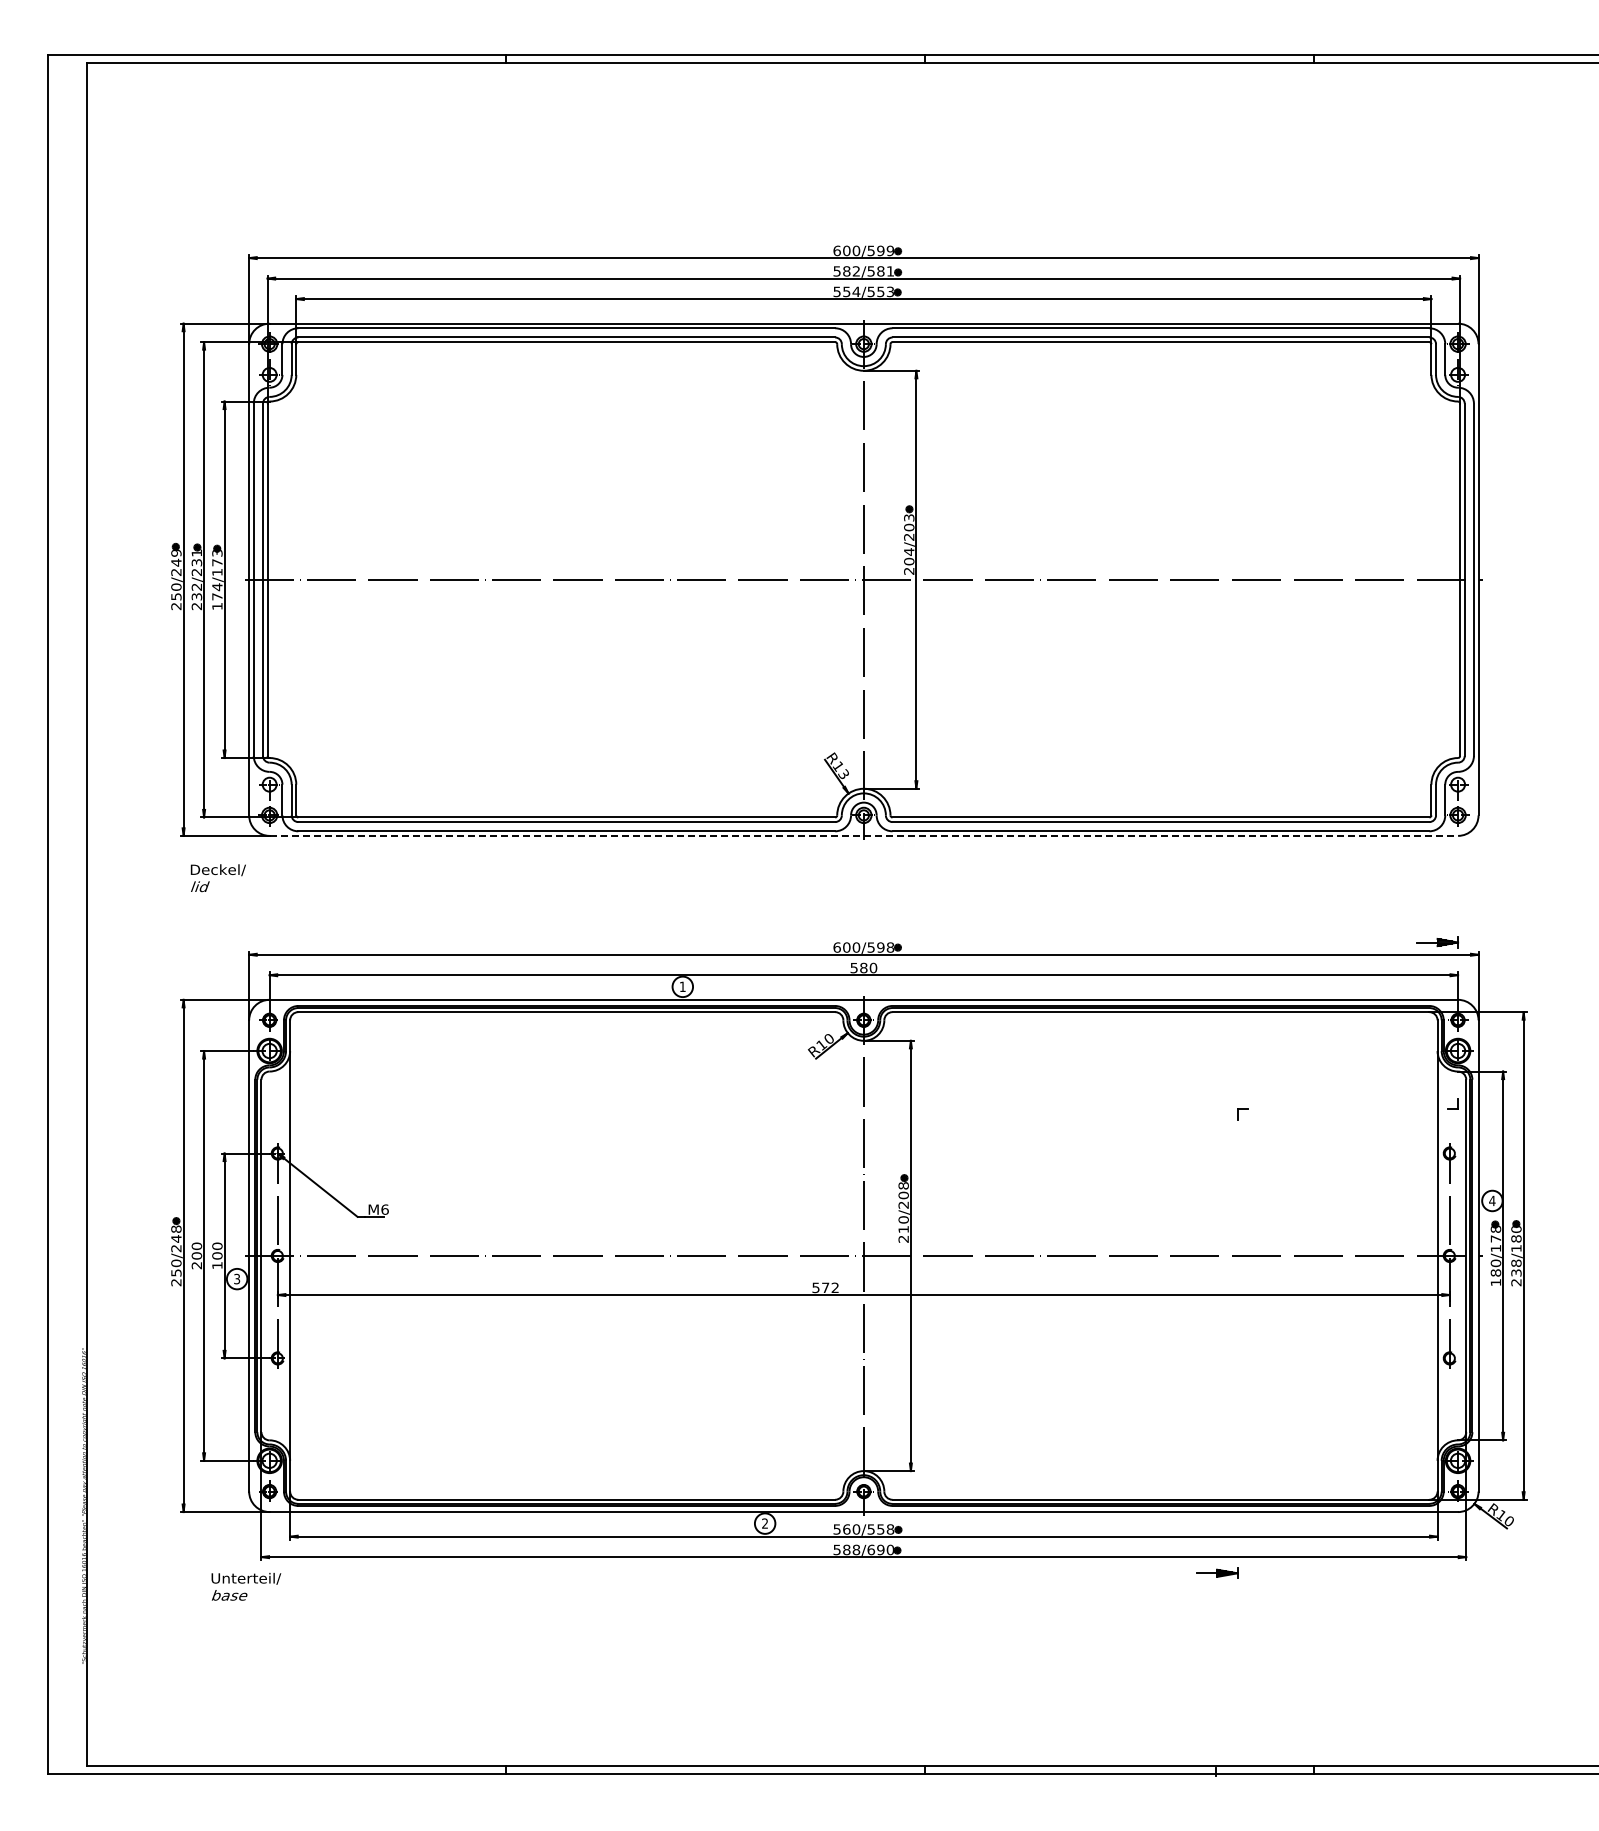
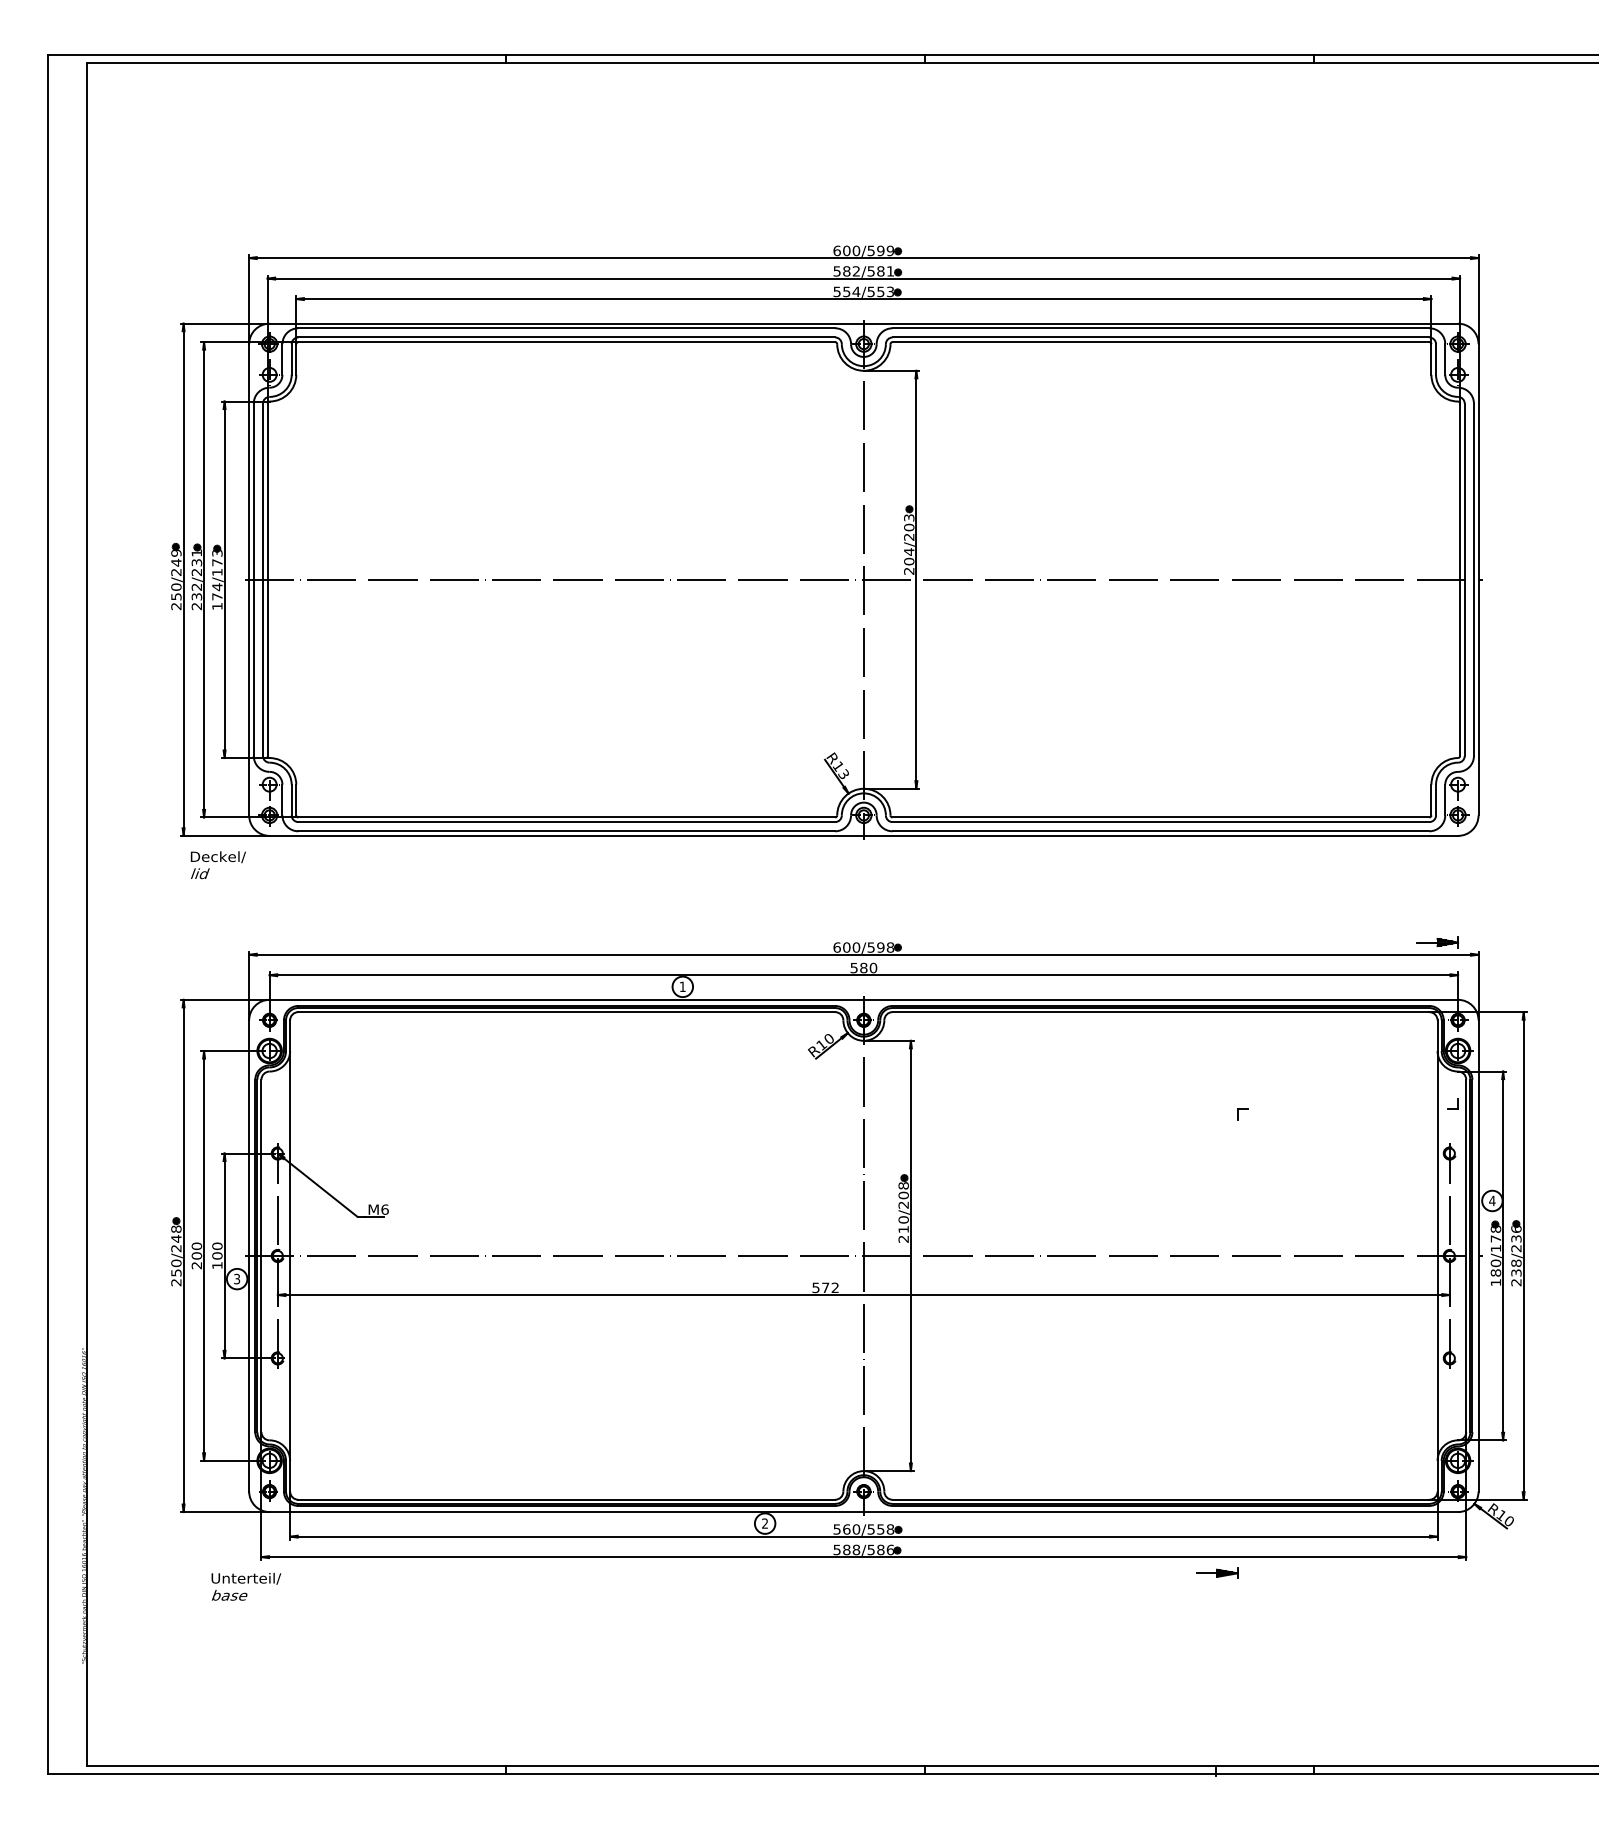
line at (864, 835): dashed -> solid
text at (217, 878) position: (217, 878) -> (217, 865)
text at (1516, 1239): 238/180 -> 238/236
text at (880, 1549): 588/690 -> 588/586
